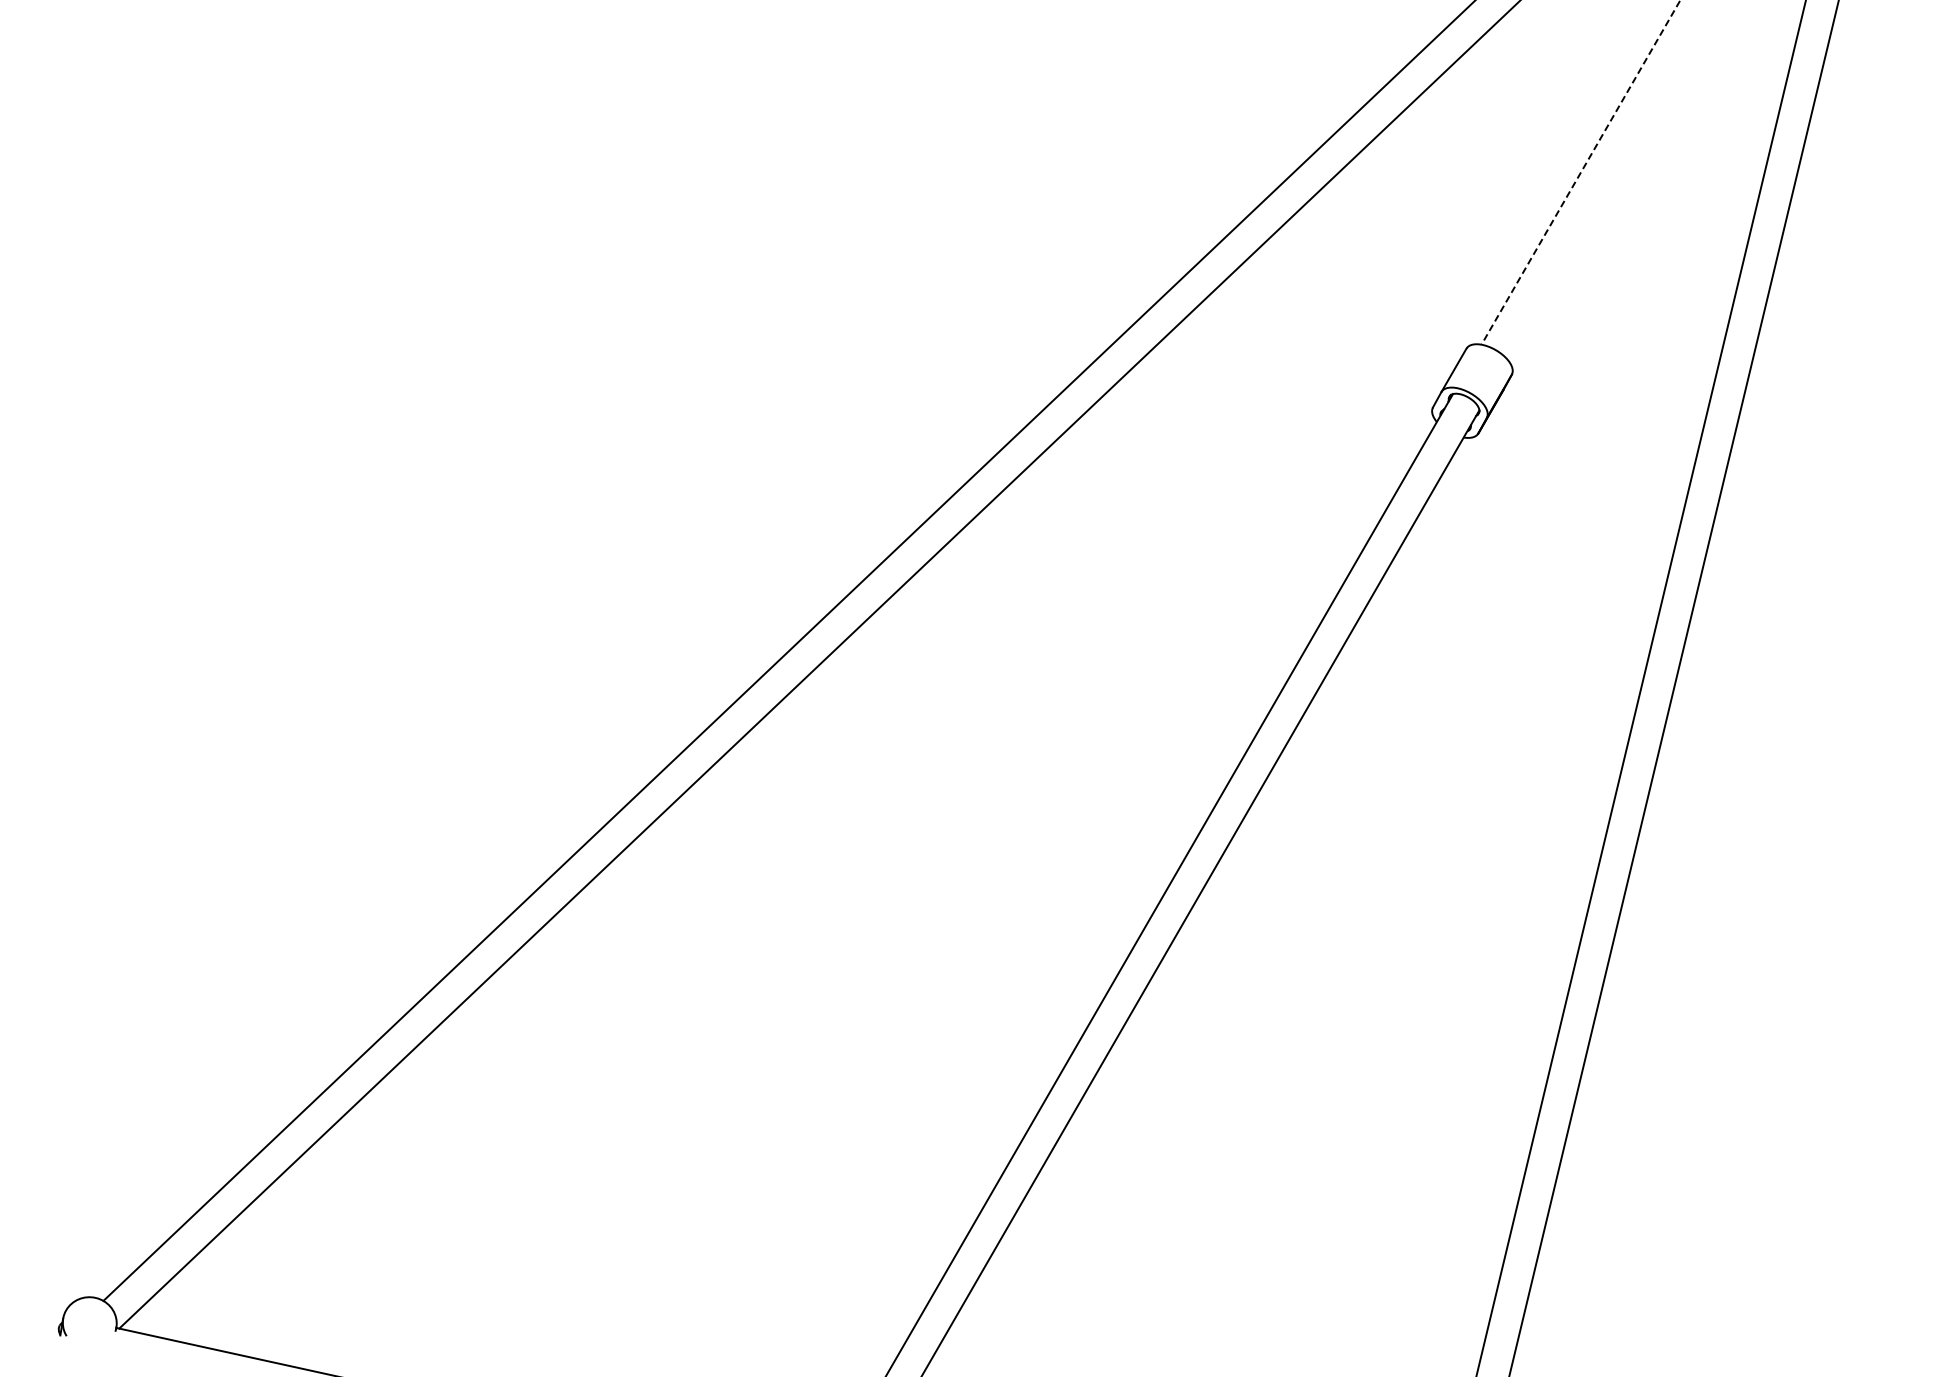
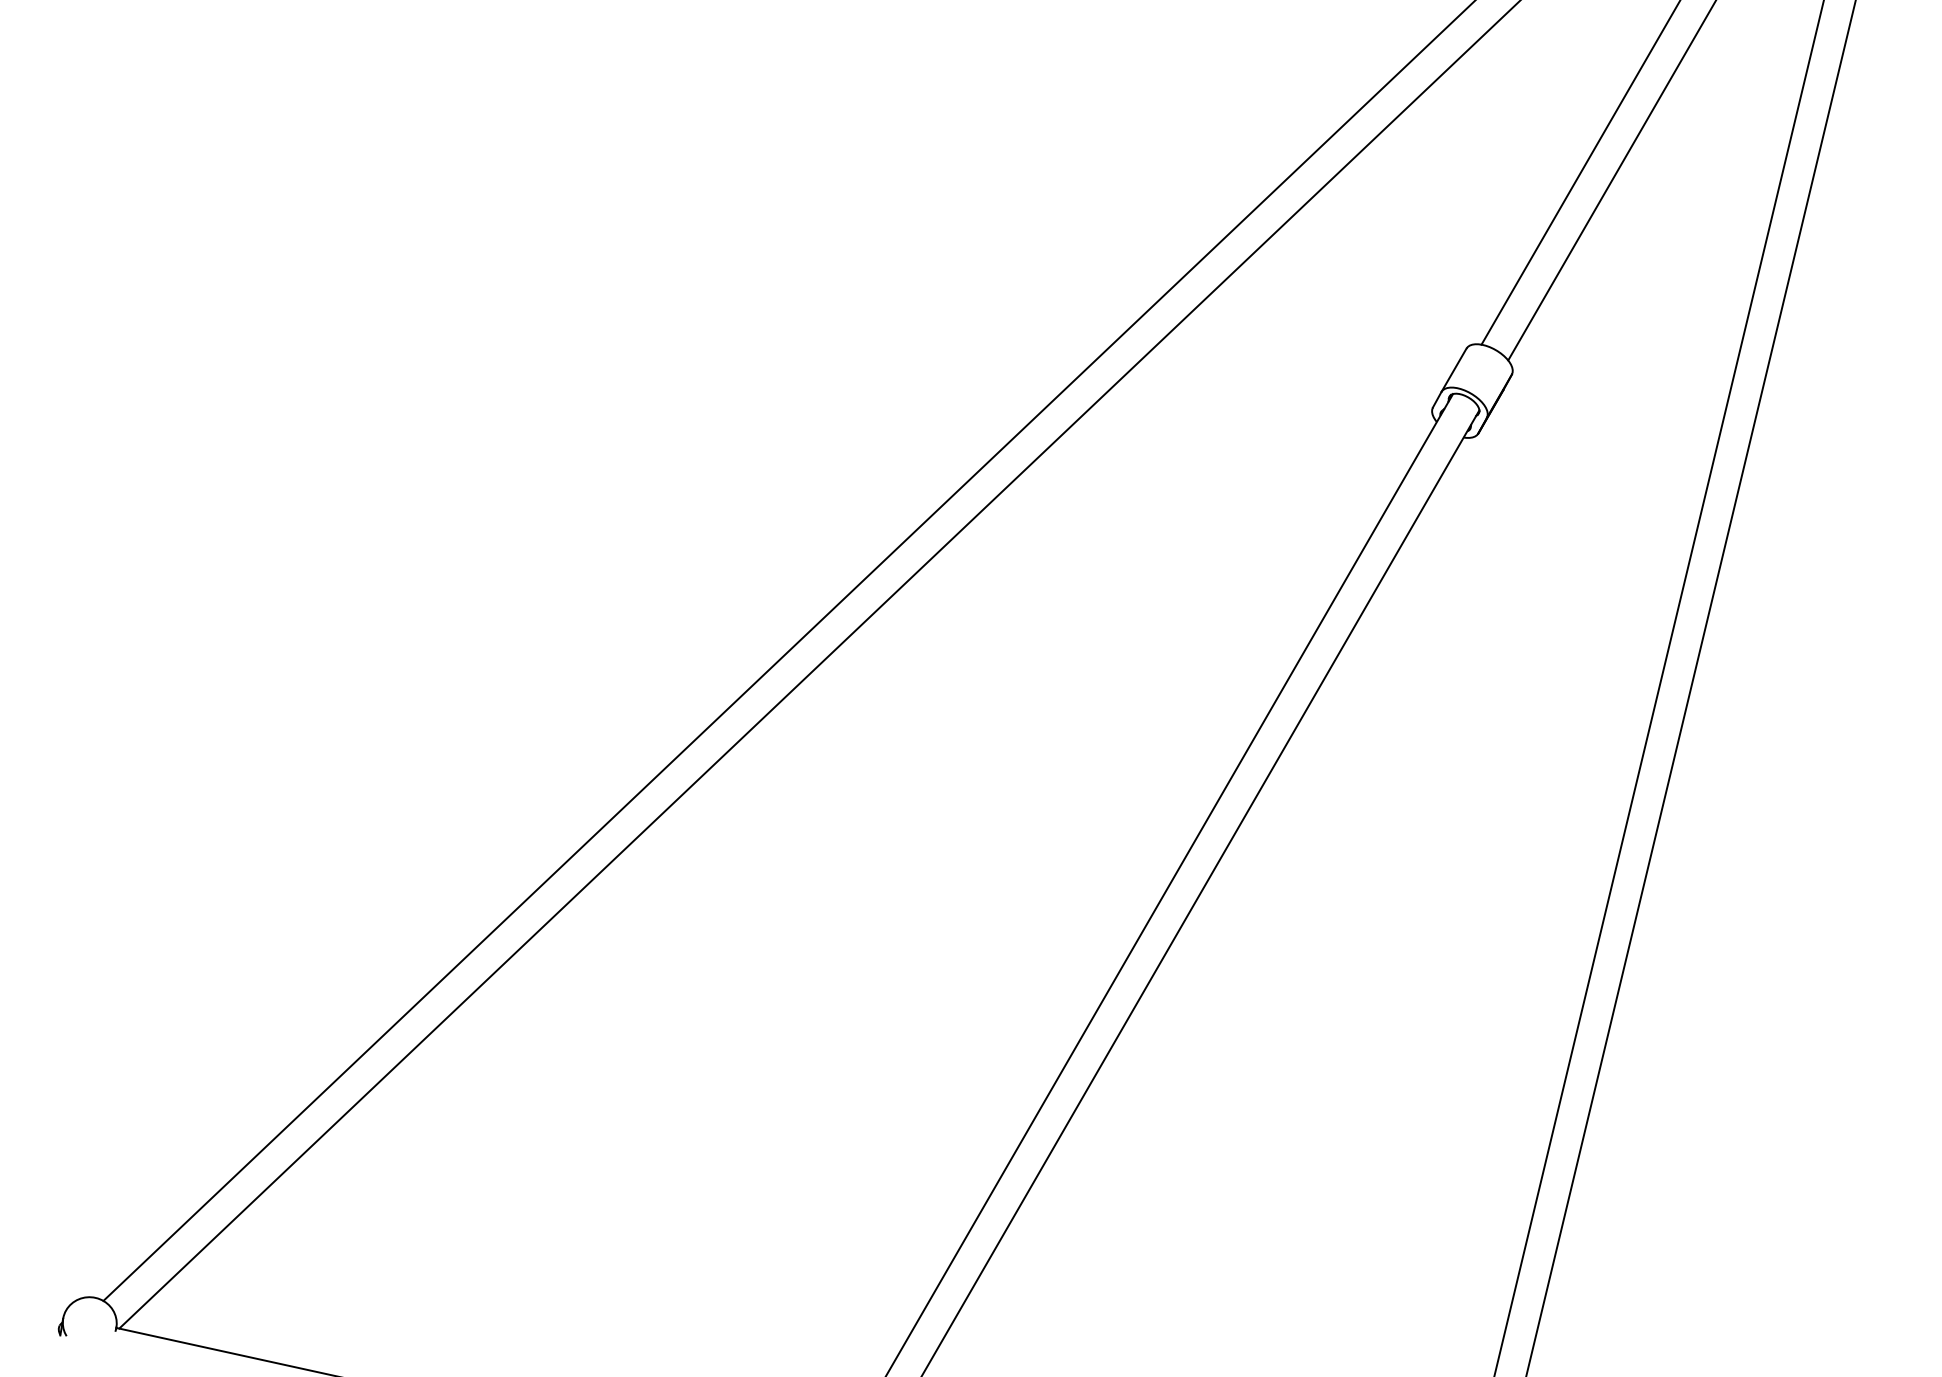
line at (1581, 172): dashed -> solid
line at (1611, 181): none -> present
line at (1641, 687) position: (1641, 687) -> (1659, 687)
line at (1673, 687) position: (1673, 687) -> (1690, 687)
